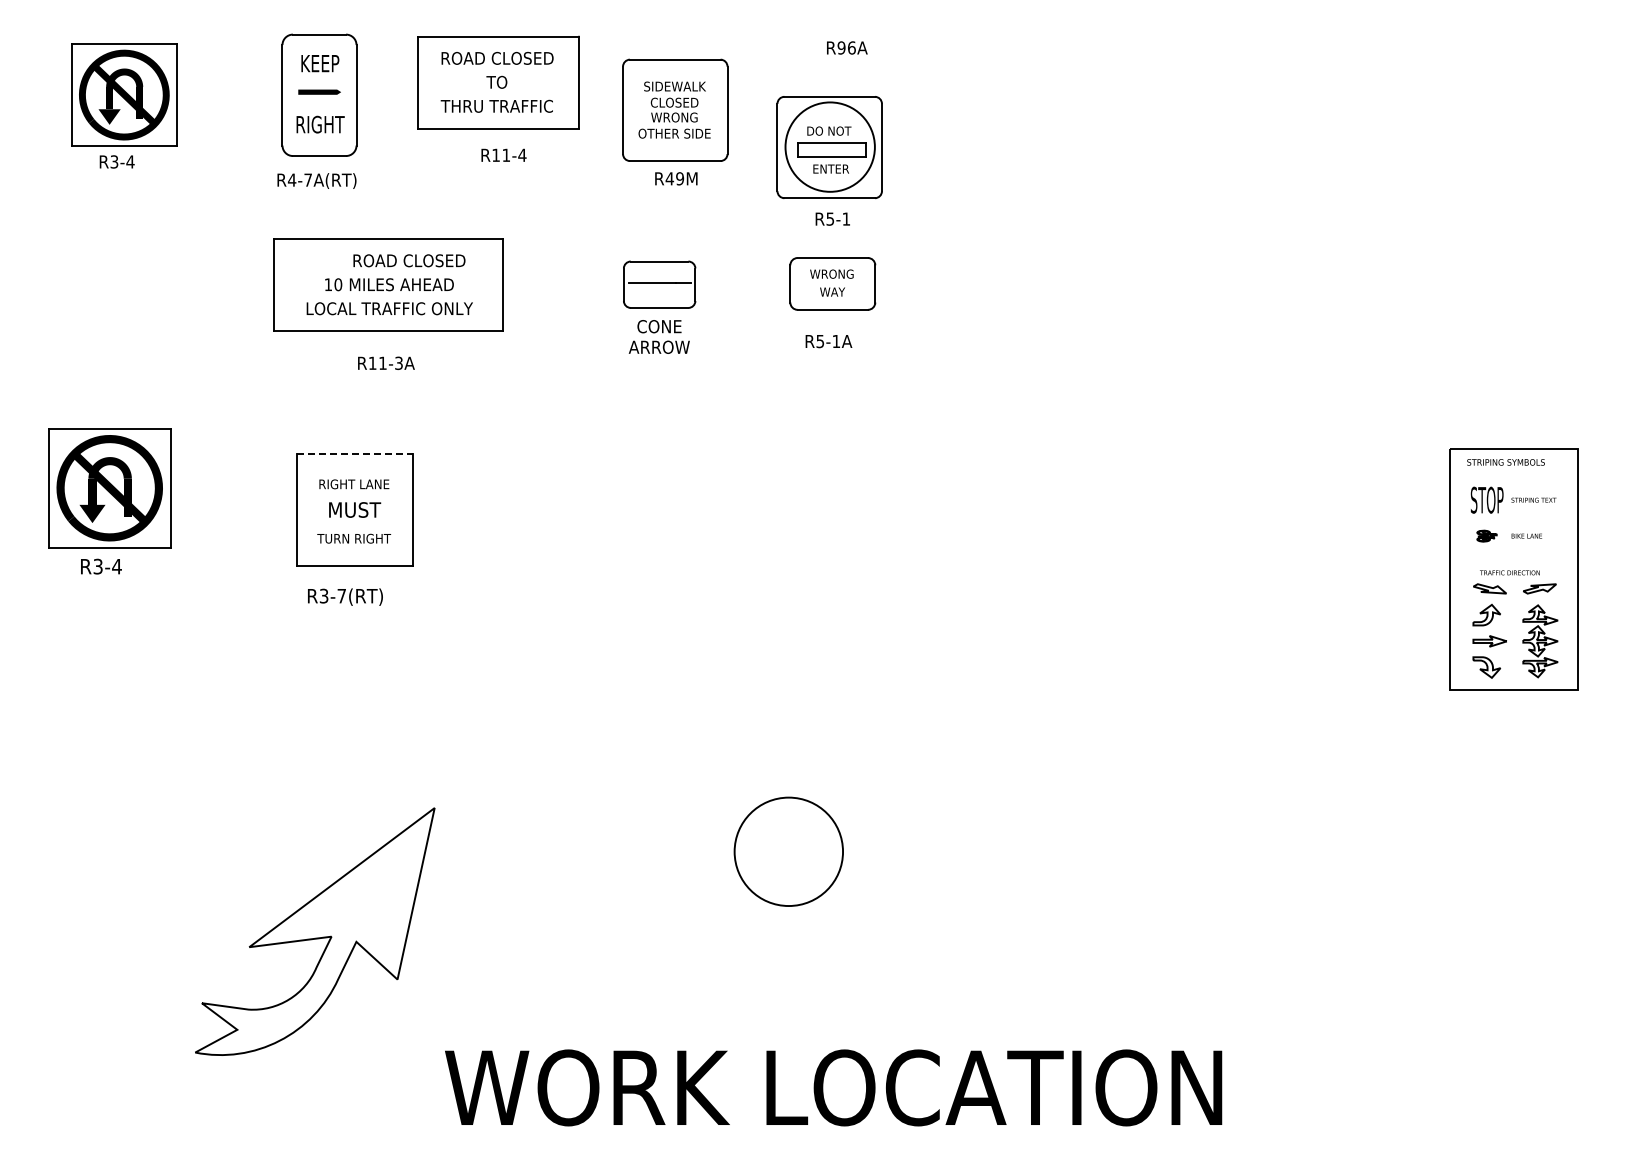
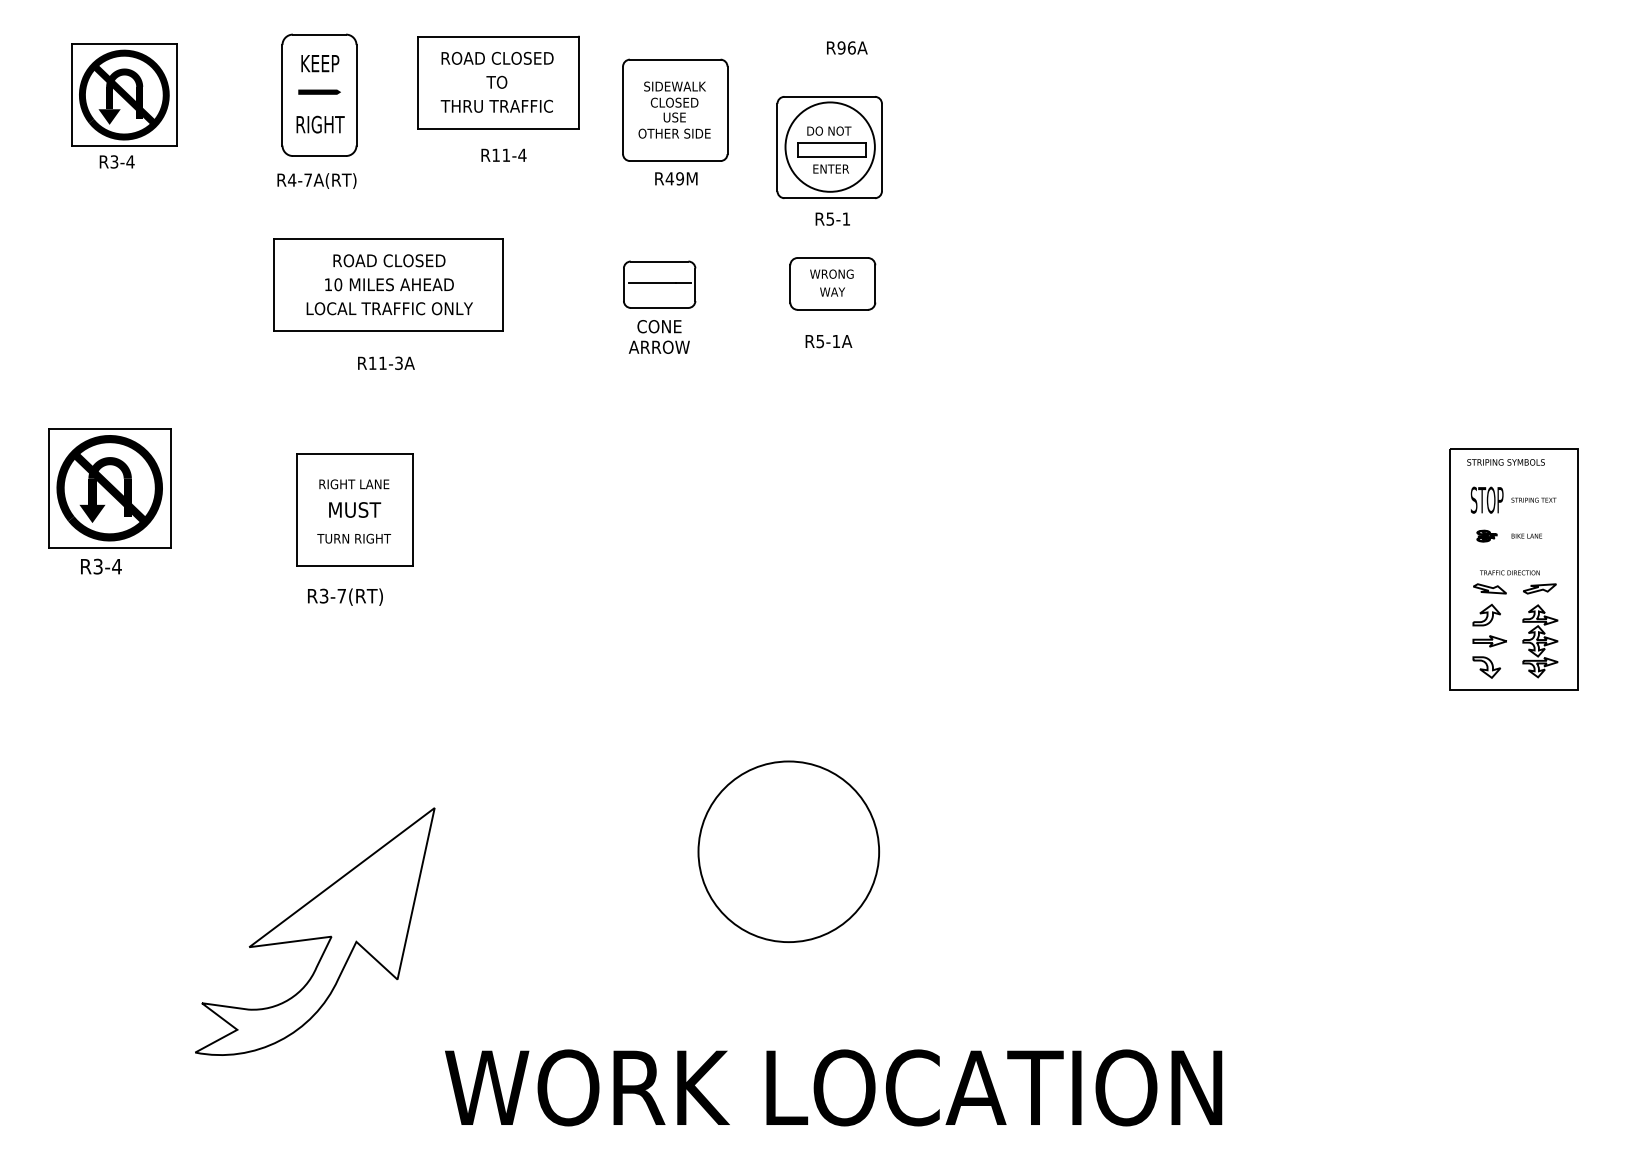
text at (674, 117): WRONG -> USE
text at (409, 260) position: (409, 260) -> (389, 260)
line at (354, 454): dashed -> solid
circle at (788, 851) diameter: 108 px -> 181 px
